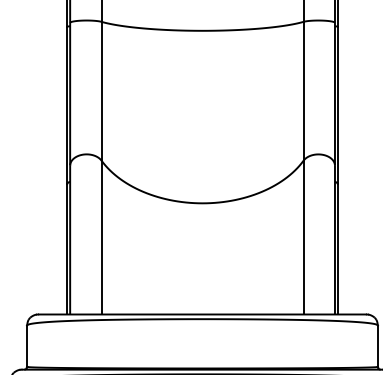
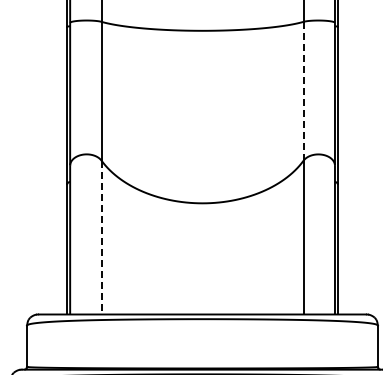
line at (303, 90): solid -> dashed
line at (101, 237): solid -> dashed
